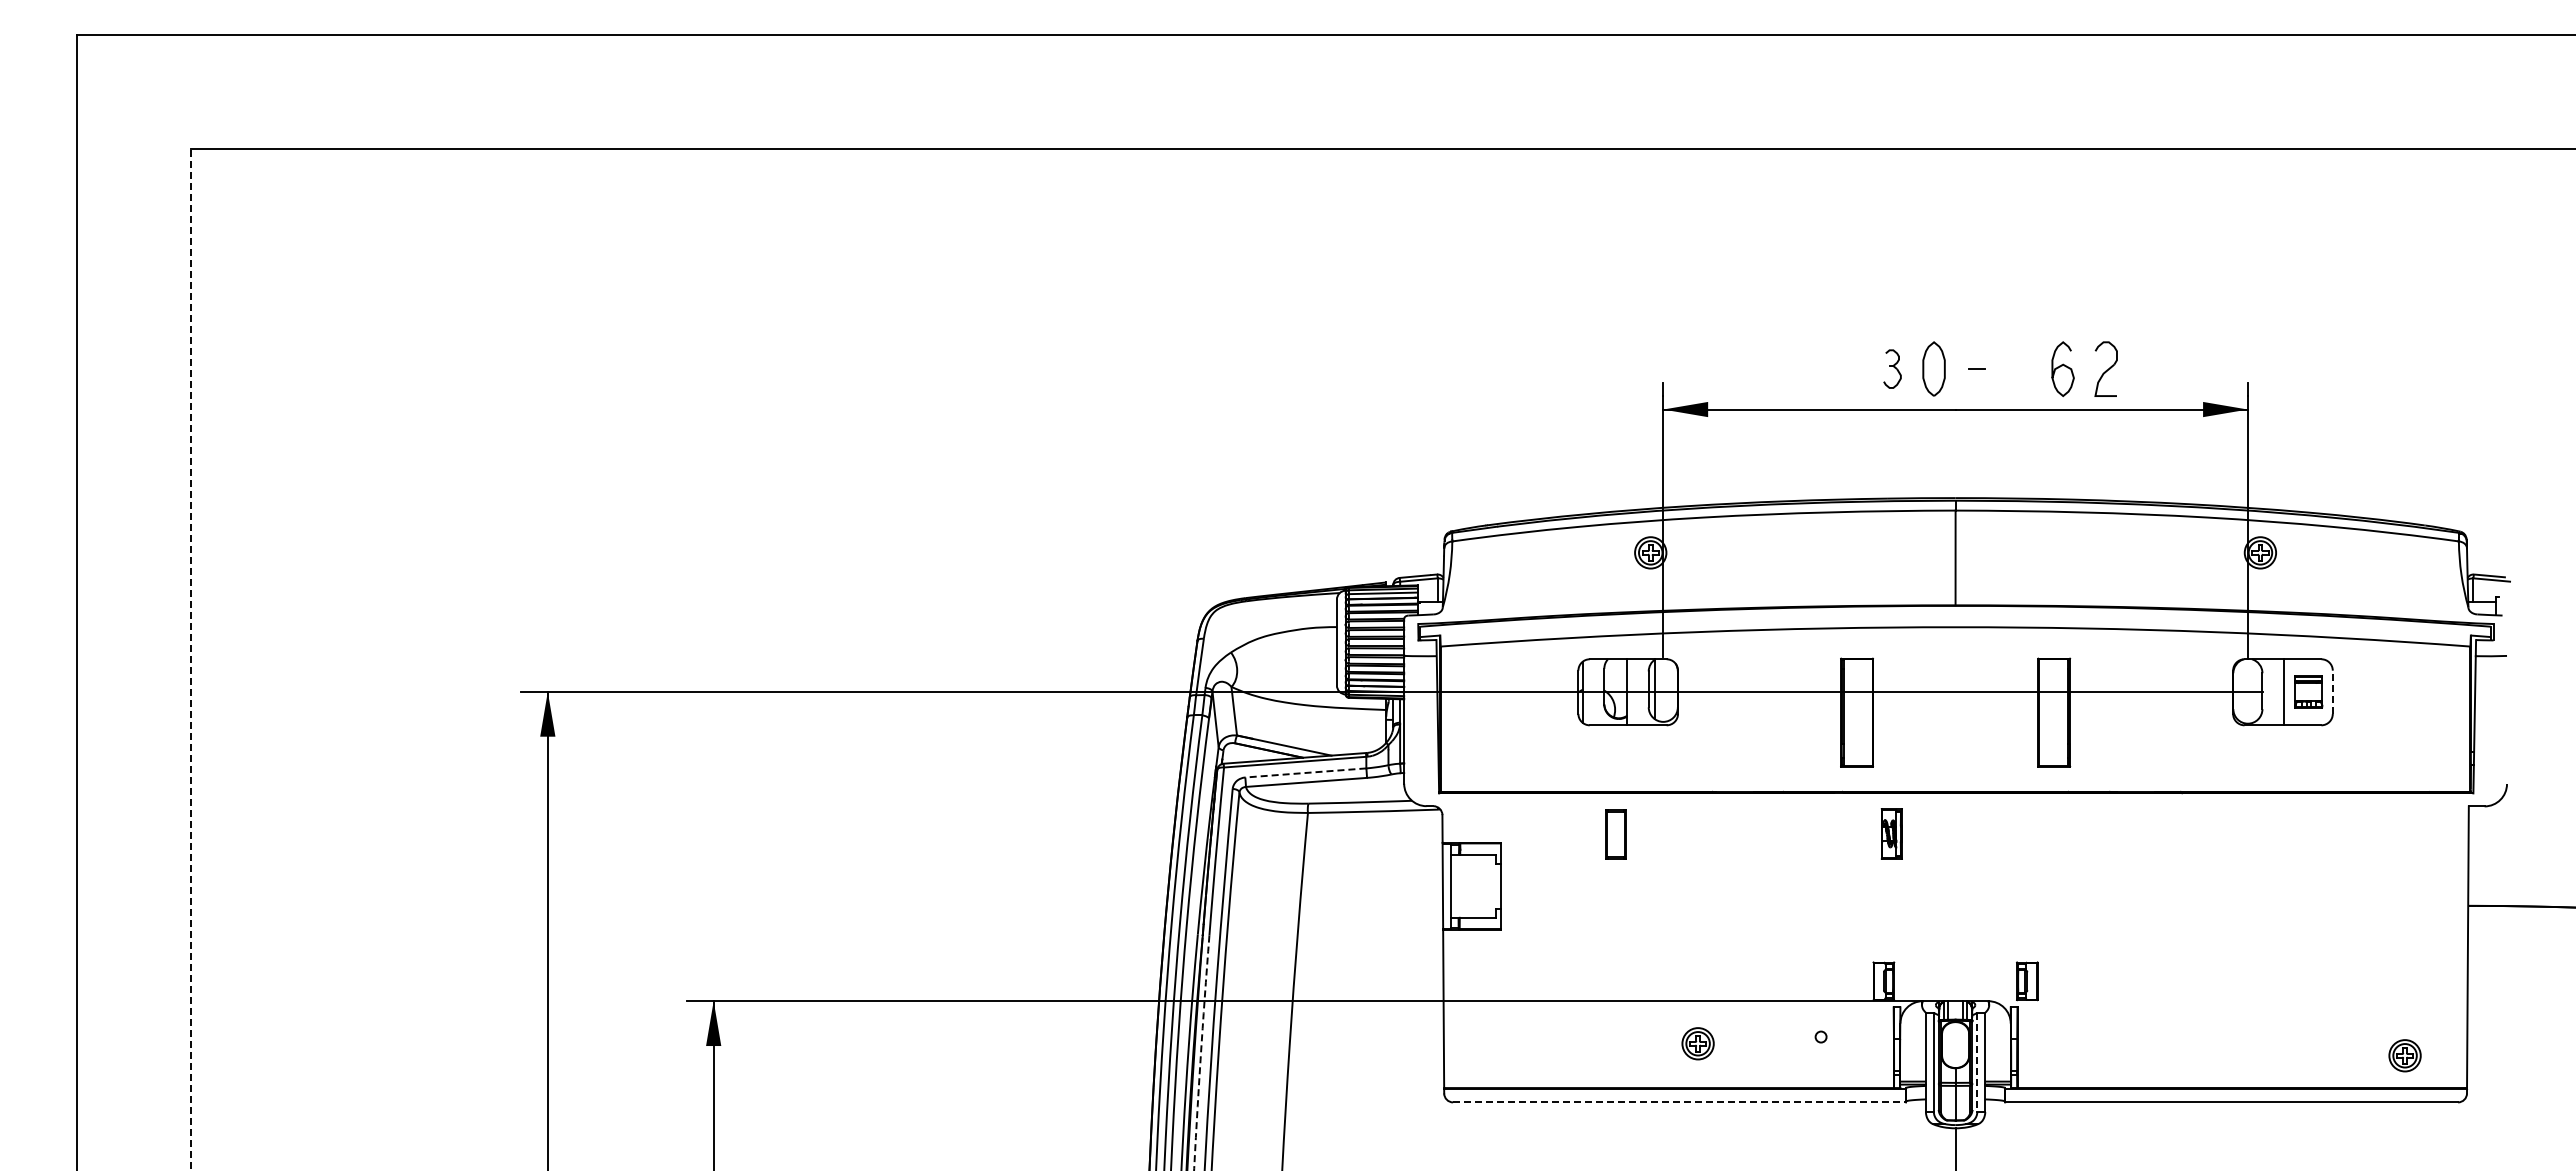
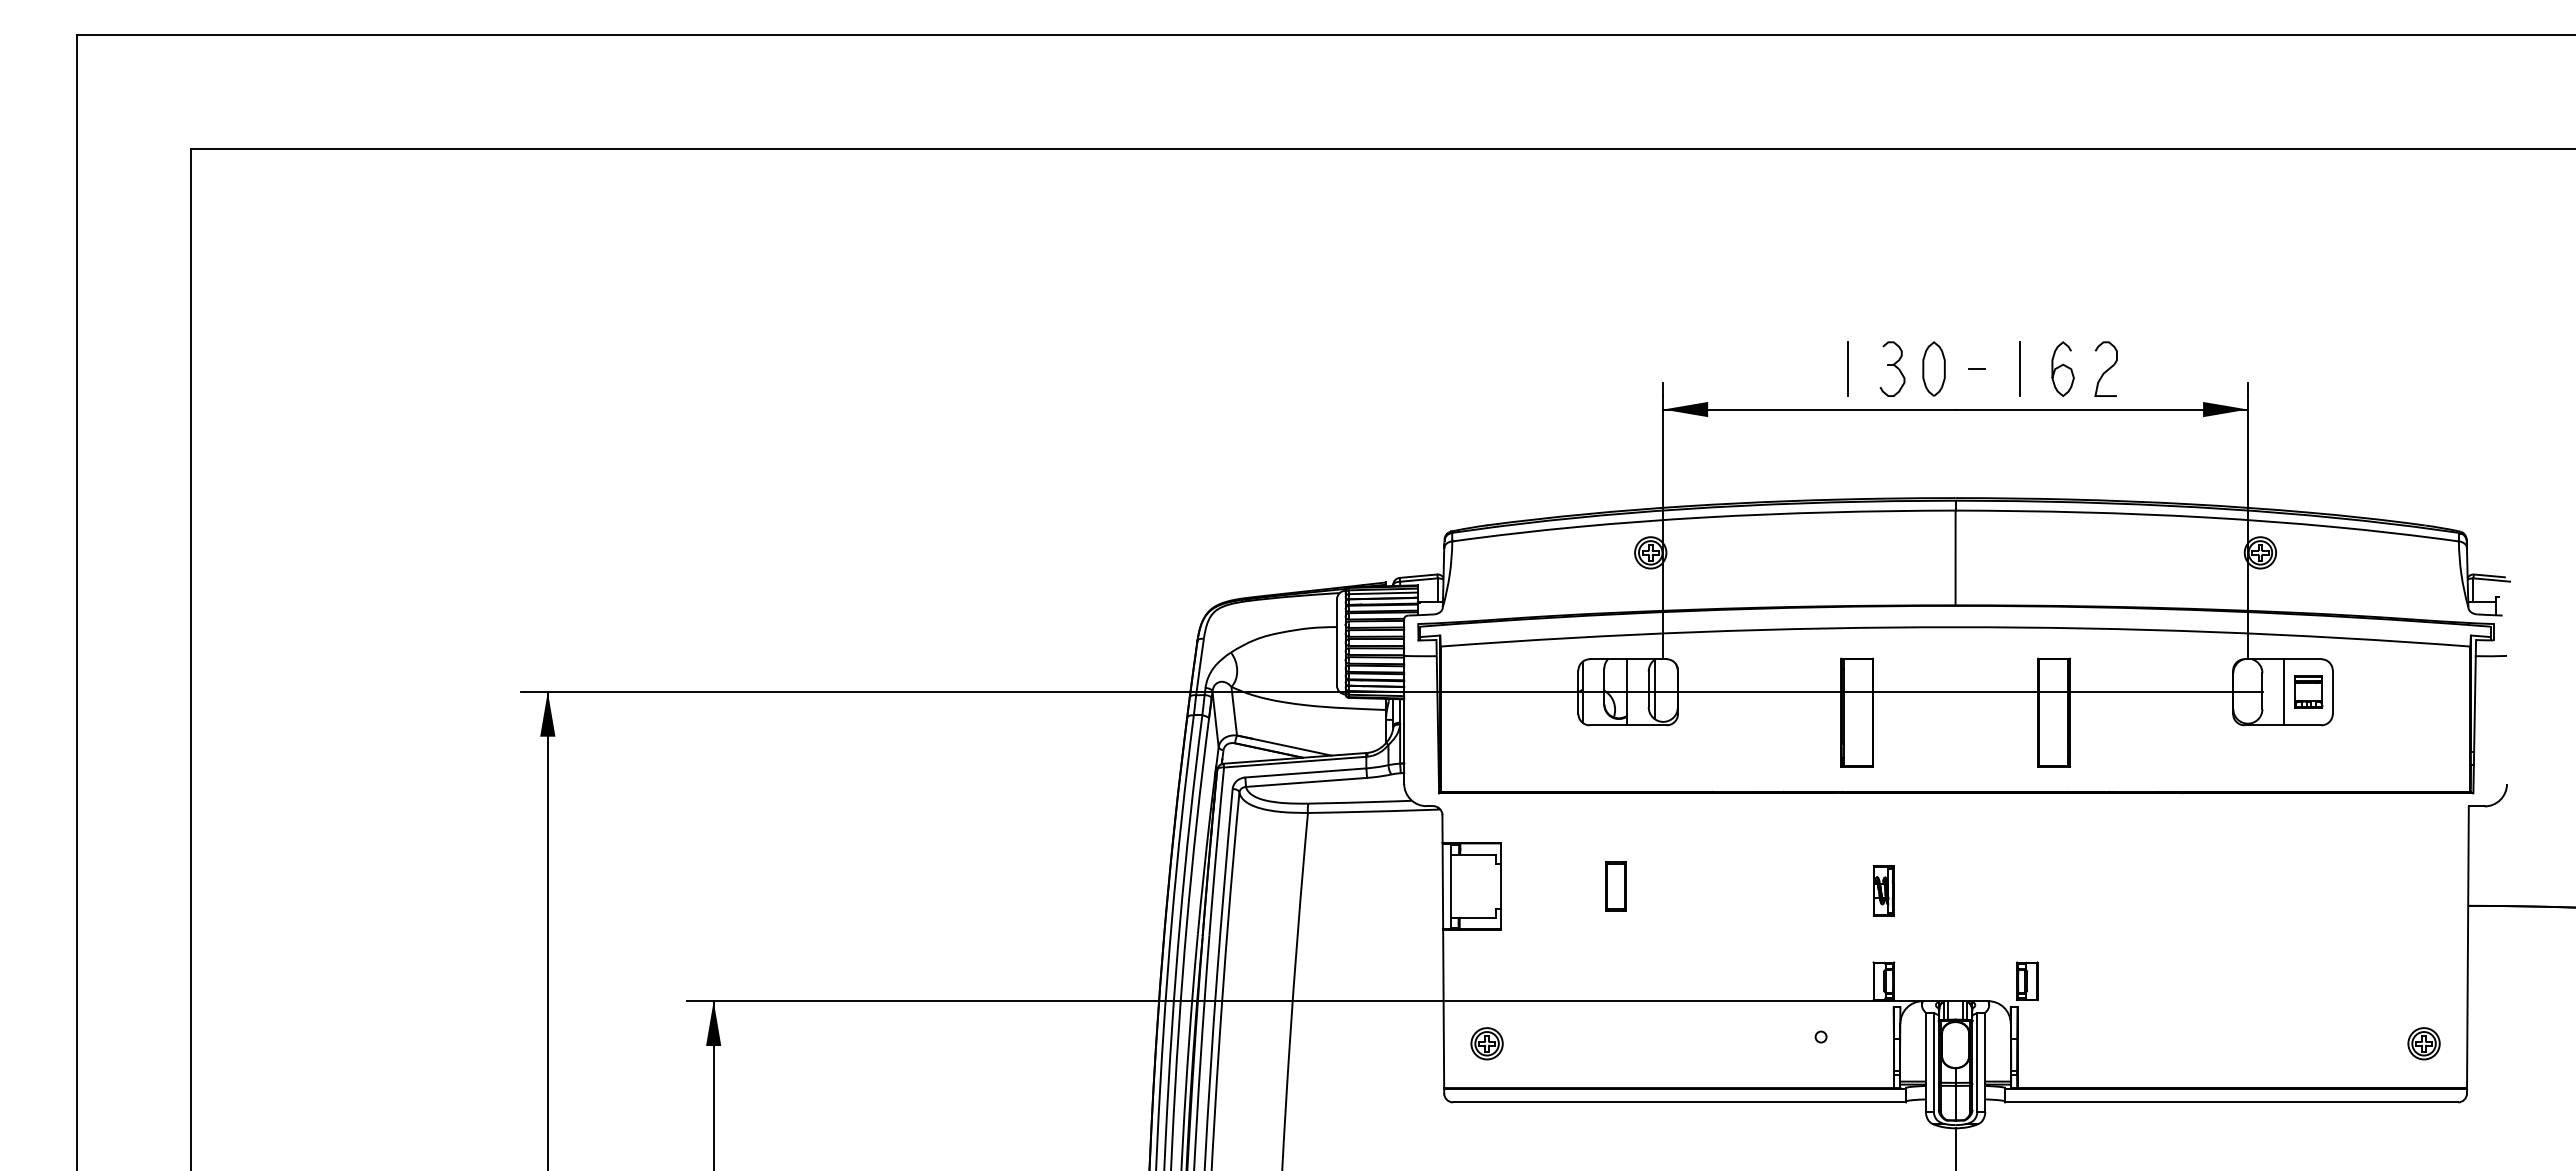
part at (1892, 368) size: 19x40 px -> 27x56 px
line at (1847, 369): none -> present
line at (2020, 369): none -> present
line at (191, 659): dashed -> solid
line at (2332, 692): dashed -> solid
line at (1305, 772): dashed -> solid
part at (1891, 833) position: (1891, 833) -> (1883, 890)
part at (1615, 834) position: (1615, 834) -> (1615, 886)
part at (1697, 1043) position: (1697, 1043) -> (1486, 1043)
arc at (1200, 1054): dashed -> solid
part at (2404, 1055) position: (2404, 1055) -> (2423, 1043)
line at (1977, 1062): dashed -> solid
line at (1680, 1102): dashed -> solid
